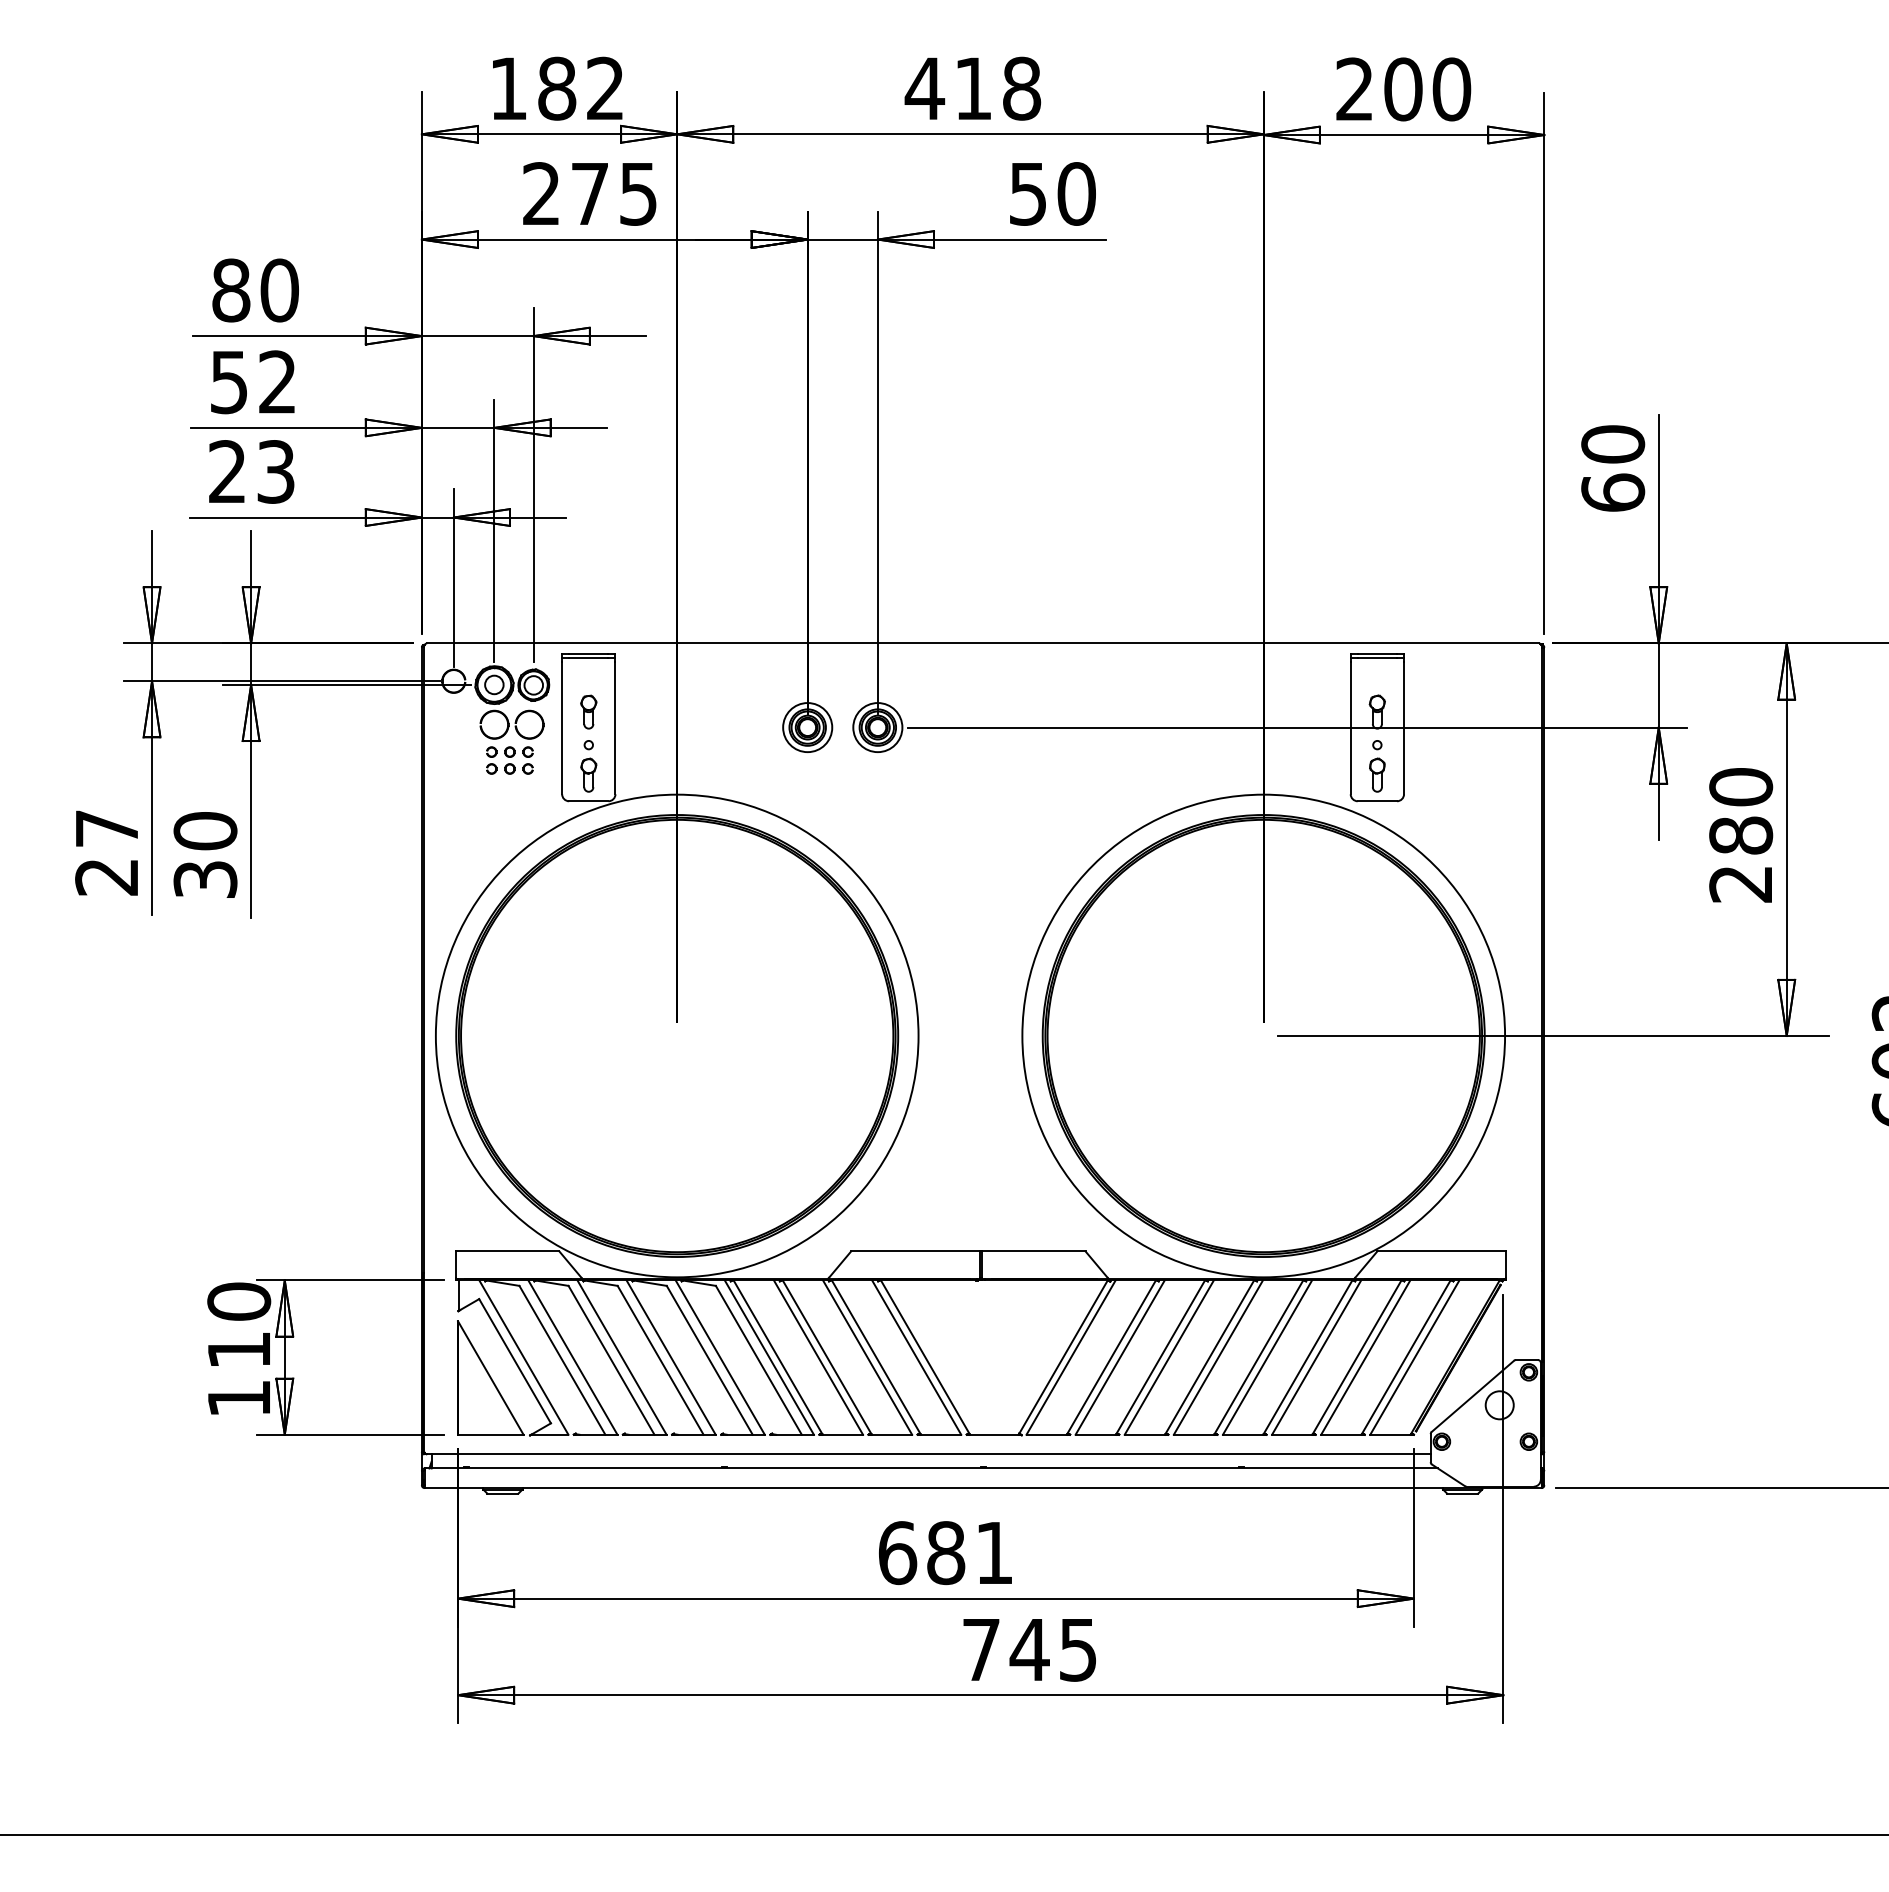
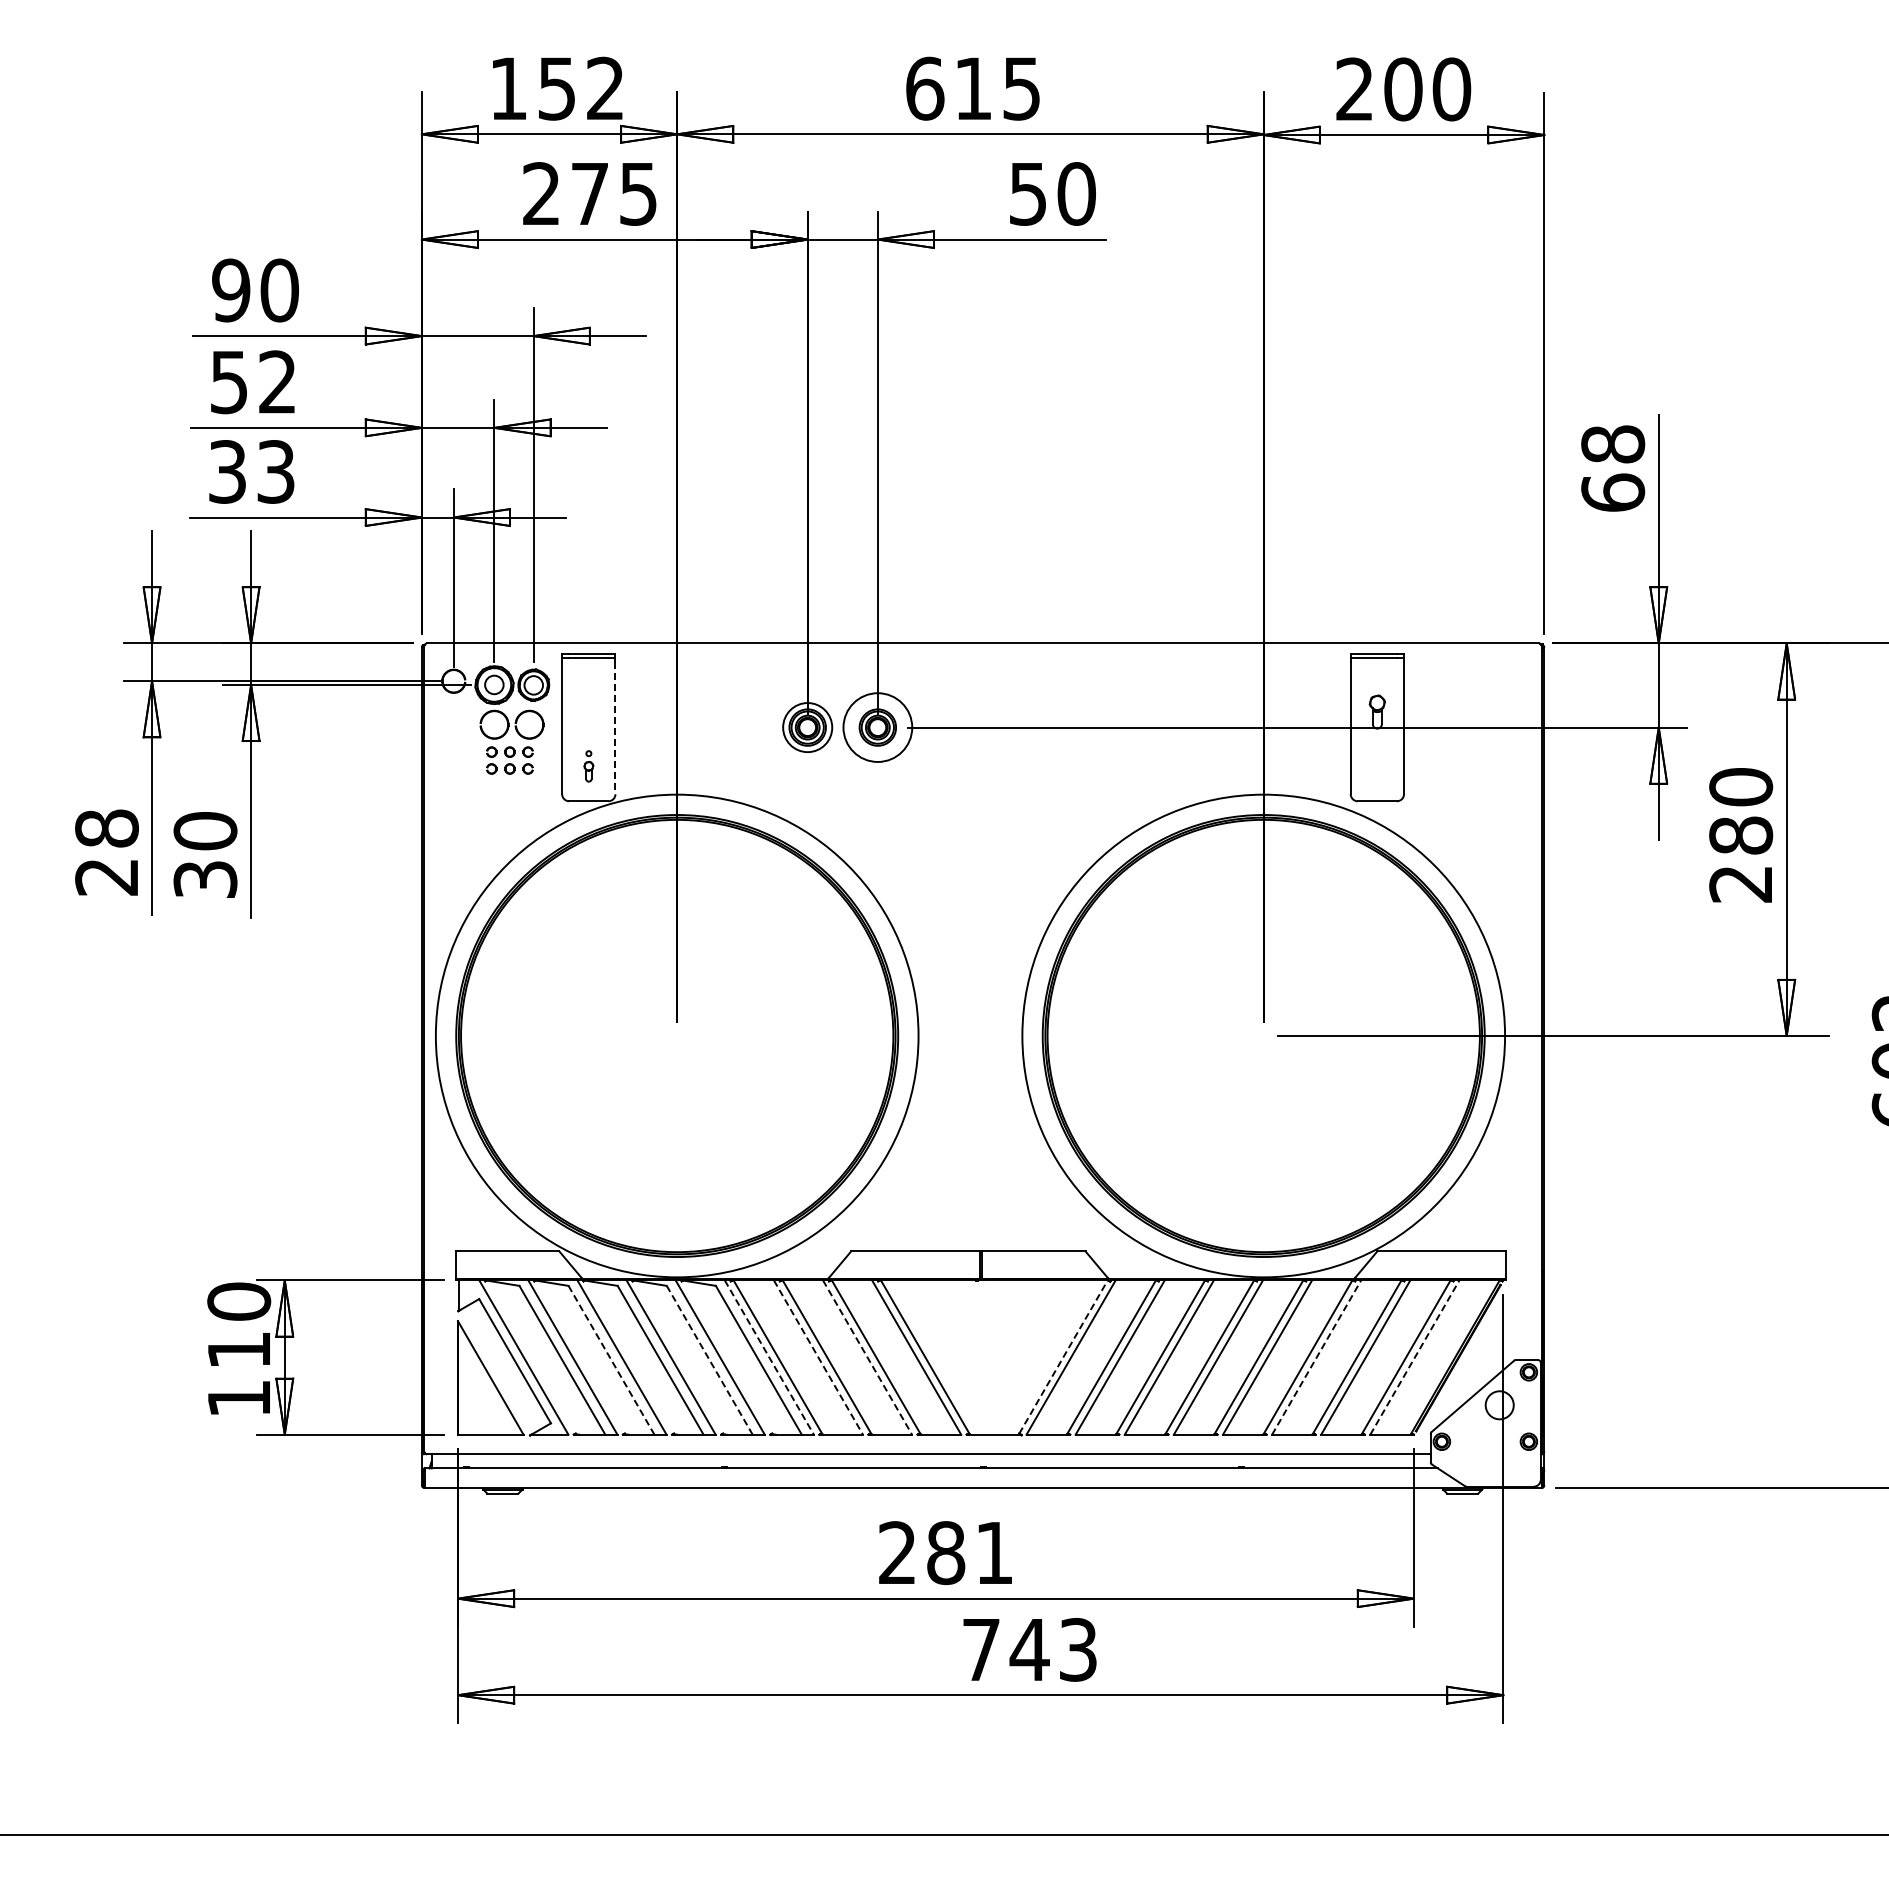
text at (557, 88): 182 -> 152
text at (972, 88): 418 -> 615
text at (231, 290): 80 -> 90
text at (1612, 444): 60 -> 68
text at (227, 471): 23 -> 33
part at (588, 711): present -> none
circle at (877, 727) diameter: 49 px -> 69 px
line at (615, 728): solid -> dashed
part at (588, 766) size: 18x53 px -> 12x33 px
part at (1377, 766): present -> none
text at (106, 828): 27 -> 28
line at (1063, 1356): solid -> dashed
line at (1316, 1357): solid -> dashed
line at (1415, 1357): solid -> dashed
line at (769, 1358): solid -> dashed
line at (818, 1358): solid -> dashed
line at (867, 1358): solid -> dashed
line at (611, 1360): solid -> dashed
line at (709, 1360): solid -> dashed
text at (897, 1553): 681 -> 281
text at (1078, 1649): 745 -> 743
